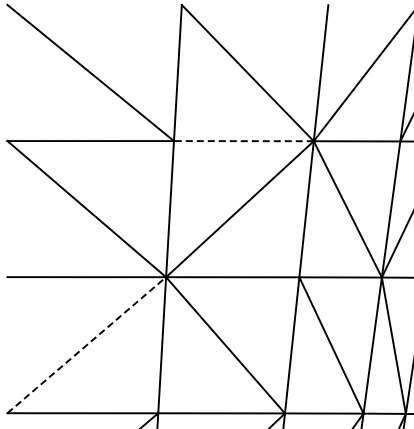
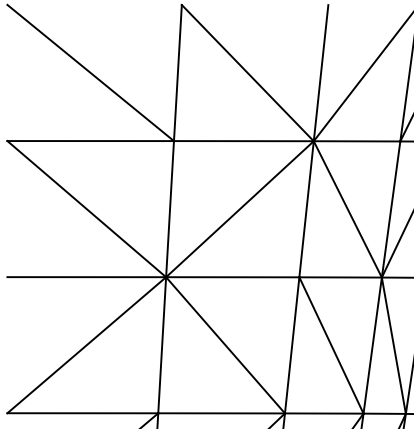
line at (243, 141): dashed -> solid
line at (86, 345): dashed -> solid
